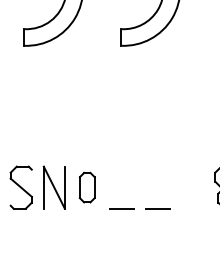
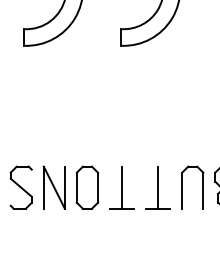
part at (86, 187) size: 18x33 px -> 24x45 px
line at (122, 187): none -> present
line at (158, 187): none -> present
part at (182, 187): none -> present
